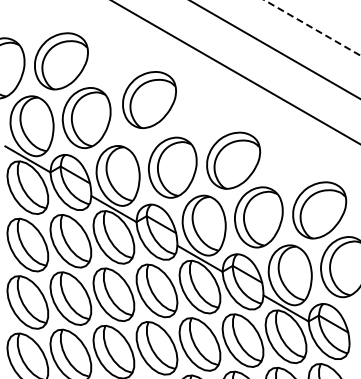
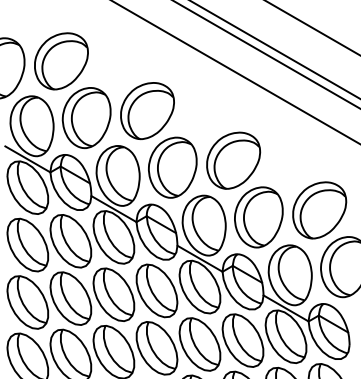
line at (313, 28): dashed -> solid
line at (266, 54): none -> present
part at (149, 100) position: (149, 100) -> (147, 111)
